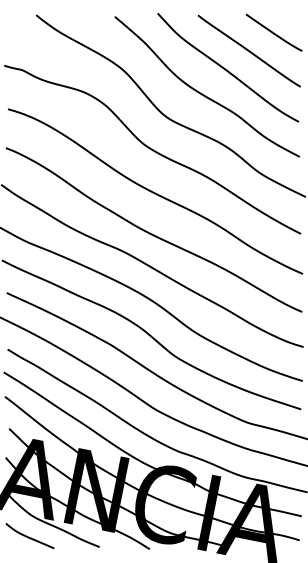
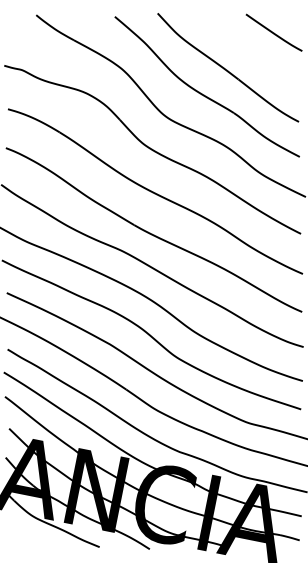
line at (248, 50): present -> none
part at (29, 536): present -> none
